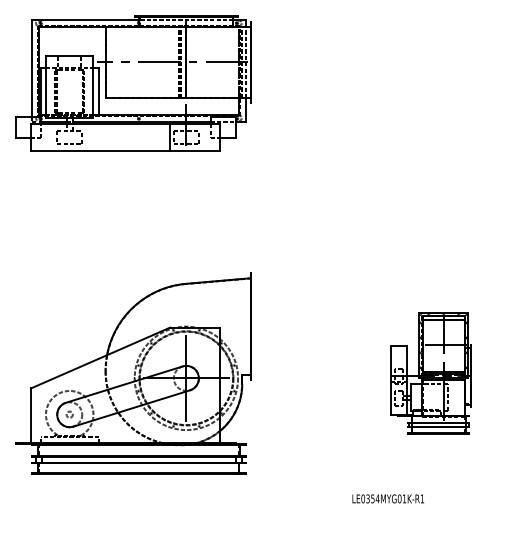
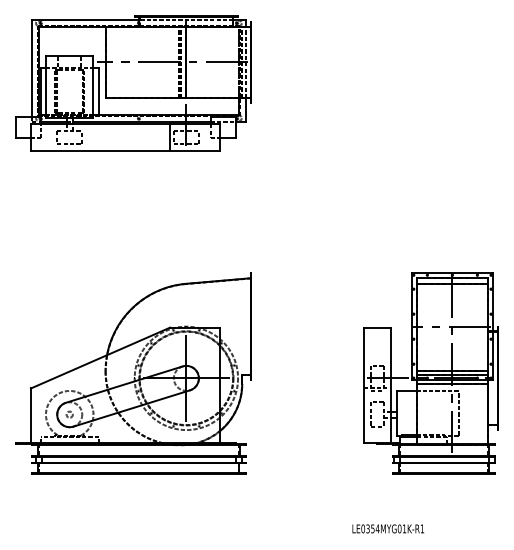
part at (430, 373) size: 82x123 px -> 136x203 px
text at (388, 498) position: (388, 498) -> (388, 528)
